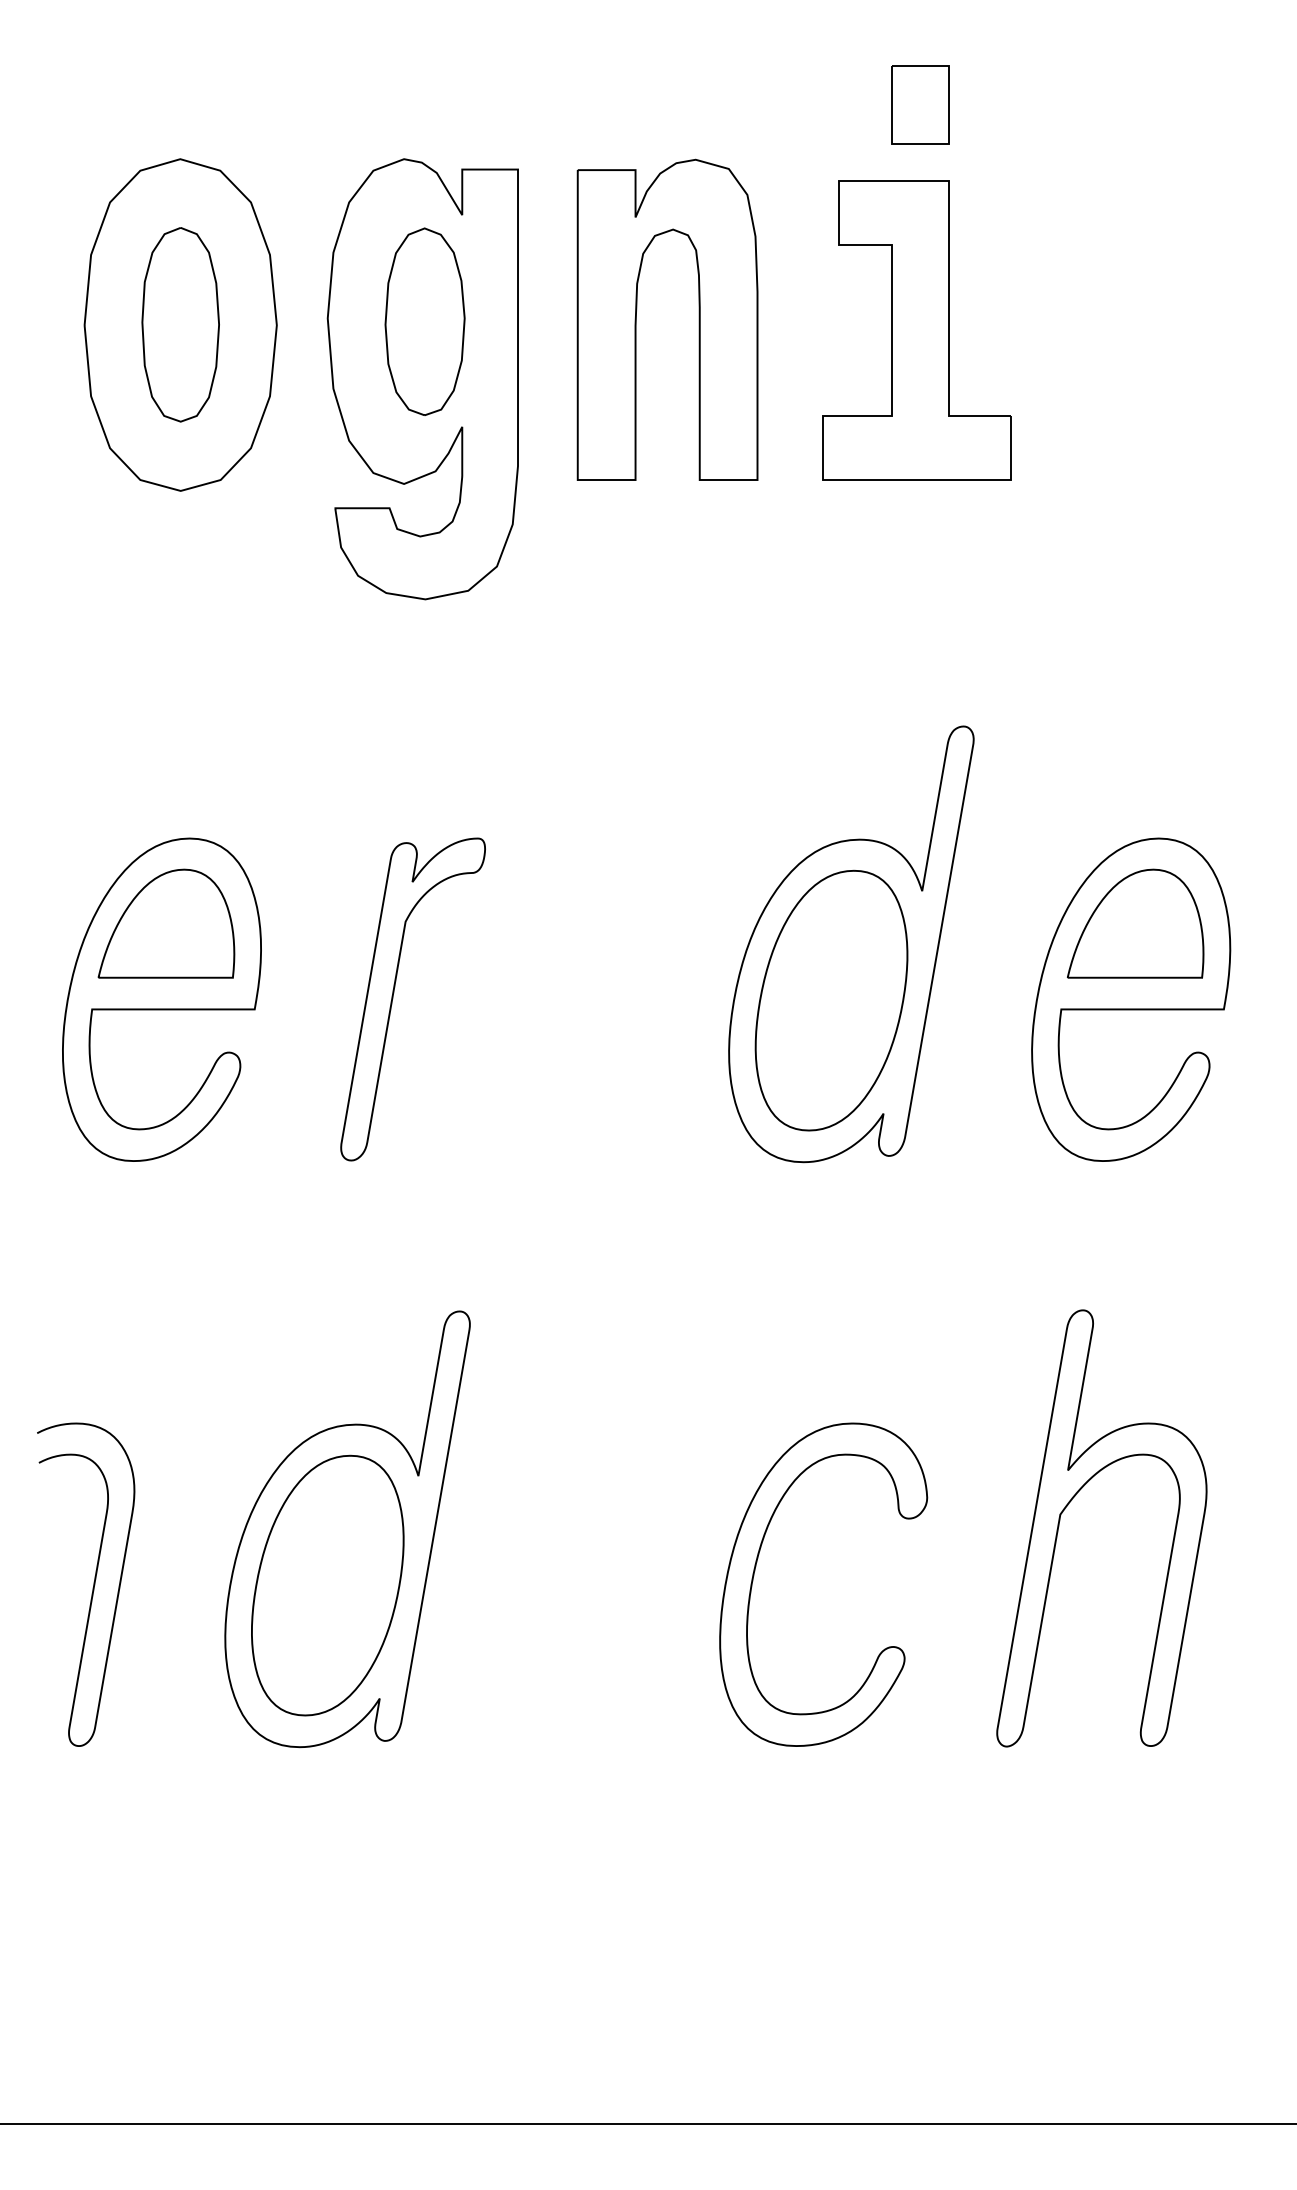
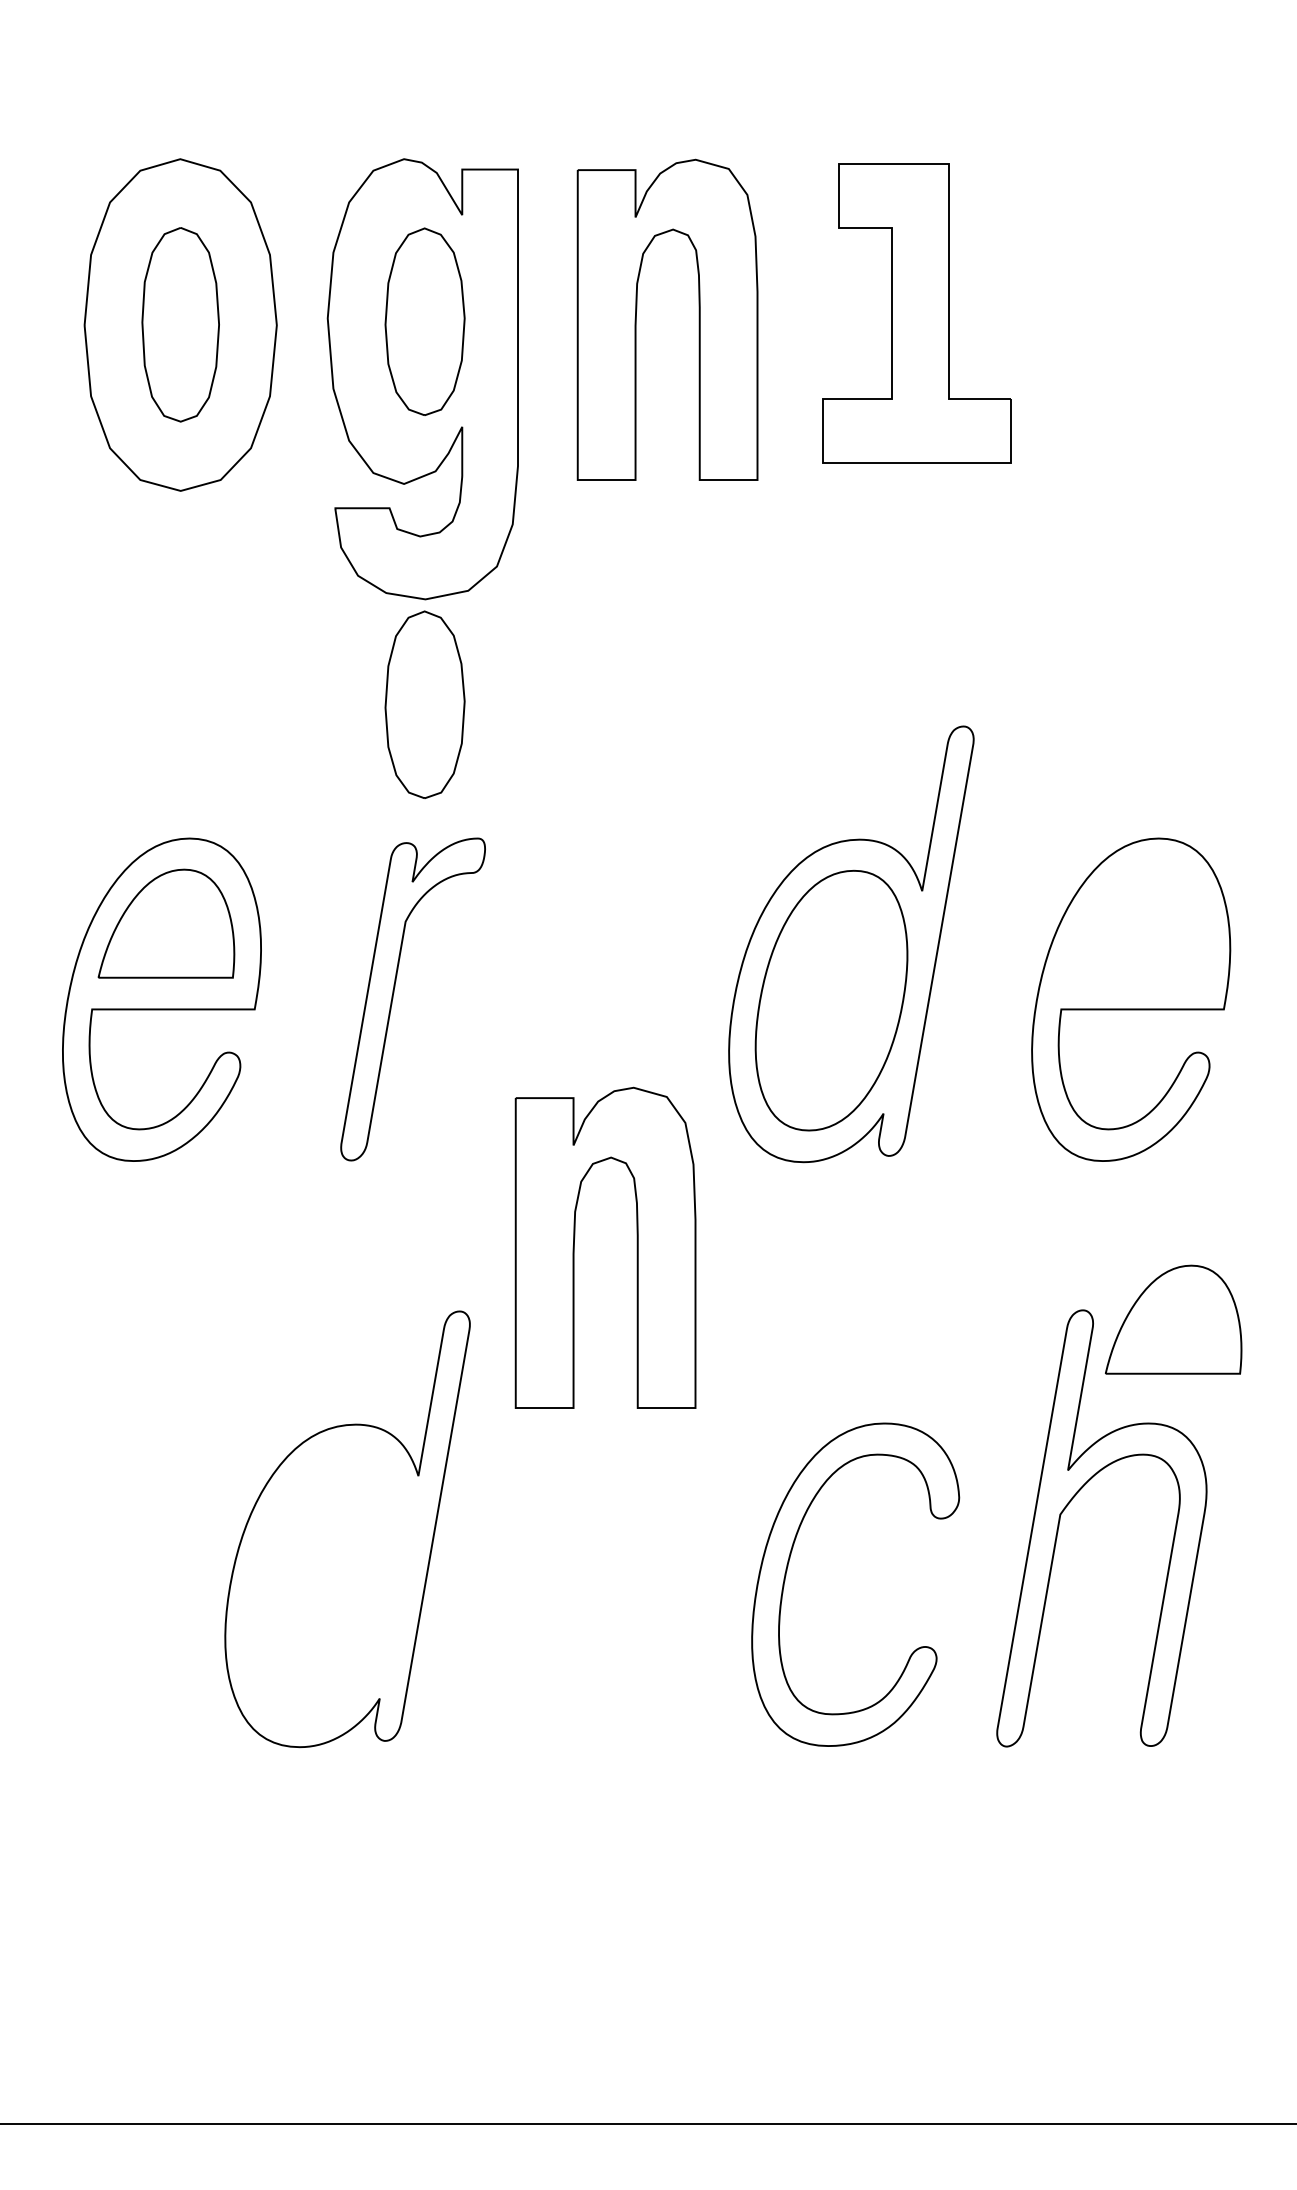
part at (920, 104): present -> none
part at (916, 330) position: (916, 330) -> (916, 313)
part at (424, 704): none -> present
part at (1135, 923) position: (1135, 923) -> (1173, 1319)
part at (574, 1247): none -> present
part at (755, 1571) position: (755, 1571) -> (787, 1571)
part at (327, 1585): present -> none
curve at (92, 1587): present -> none
